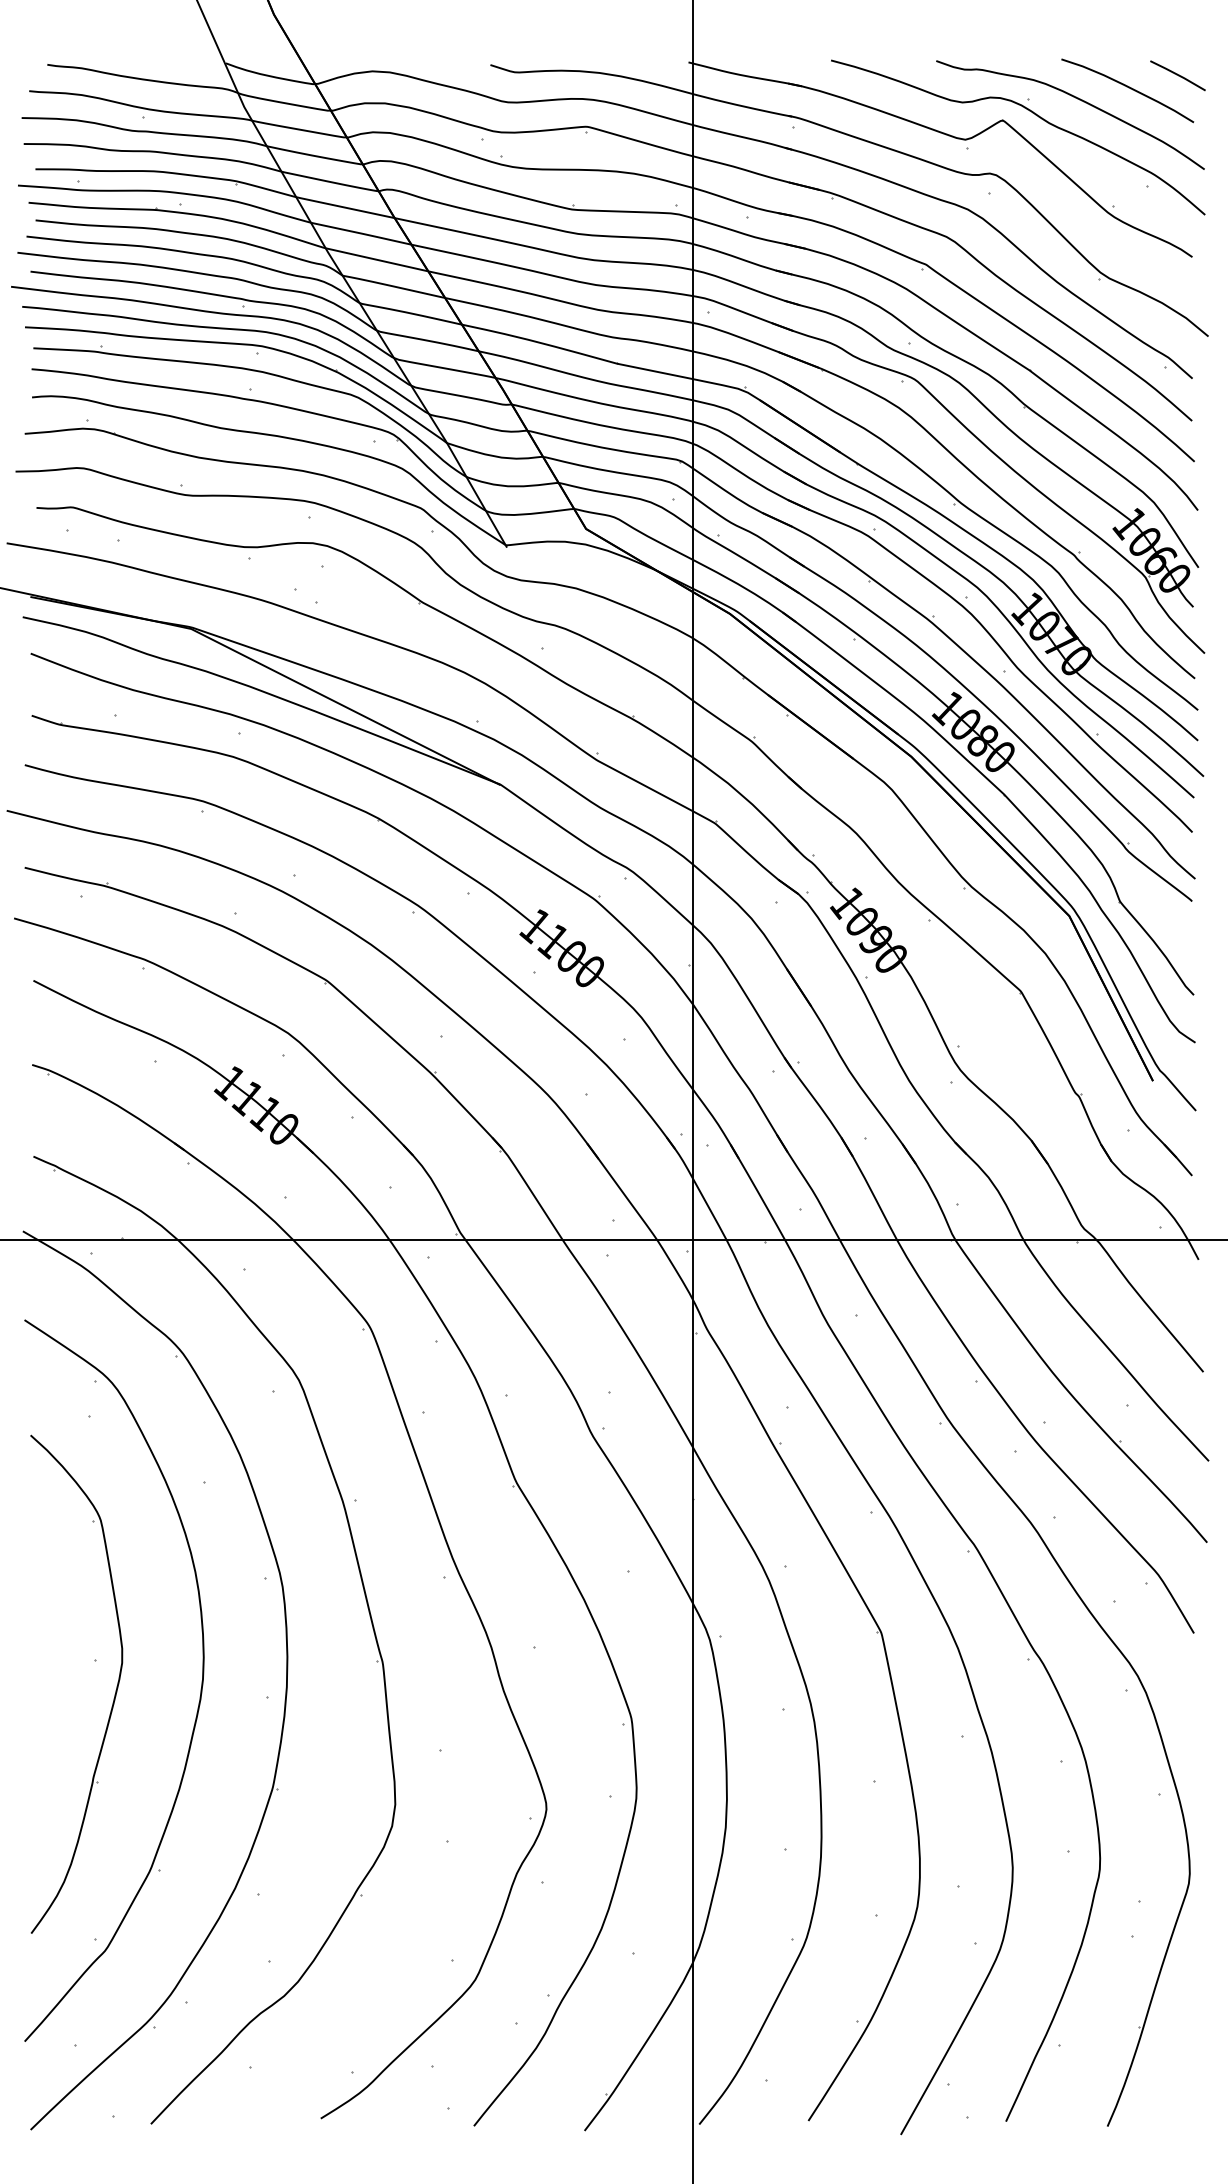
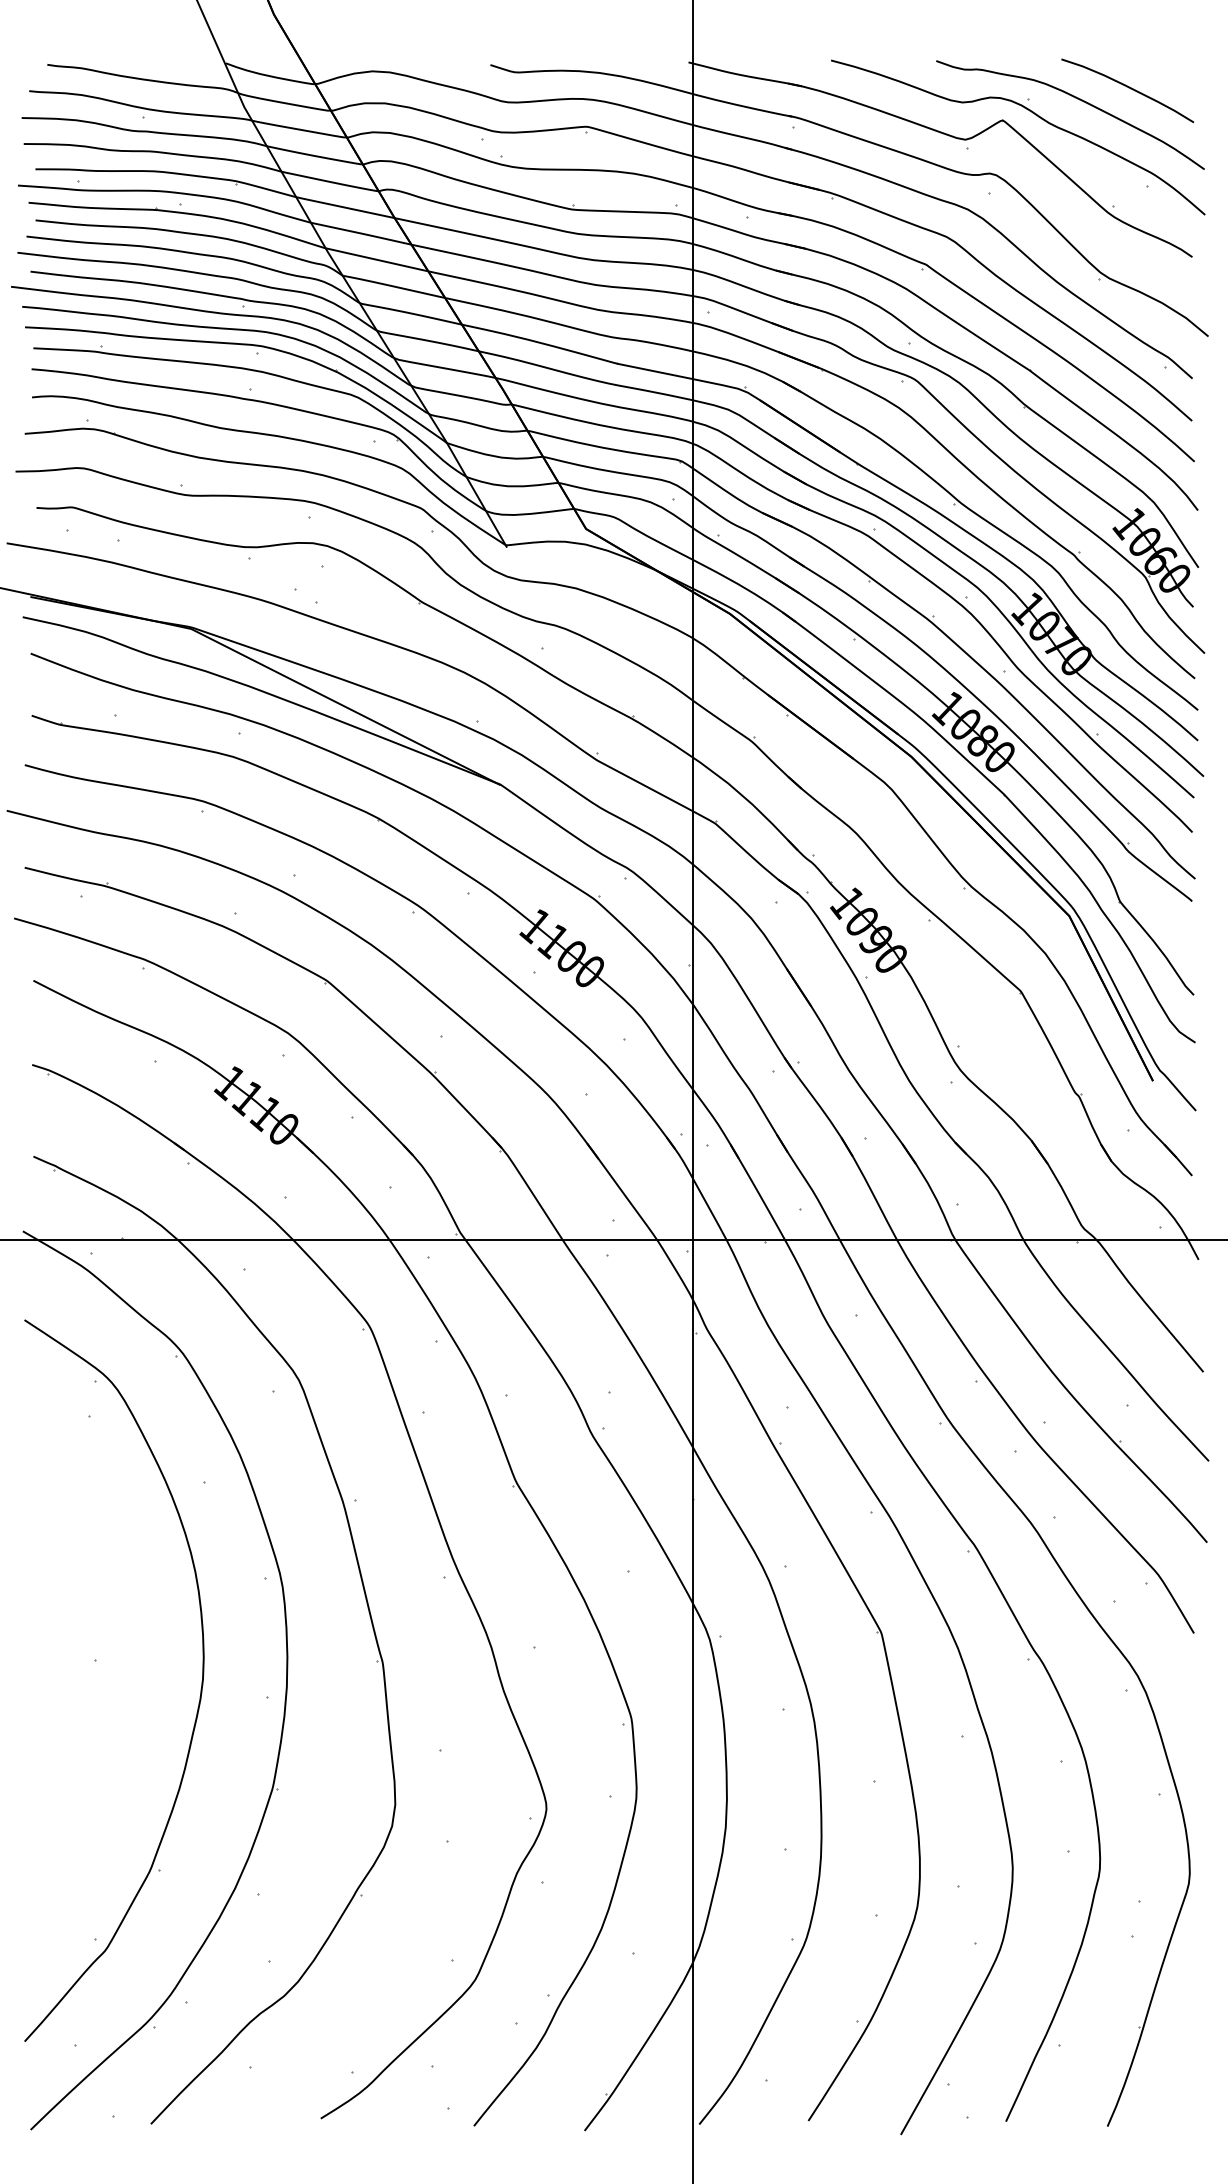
line at (1177, 75): present -> none
part at (114, 1694): present -> none
